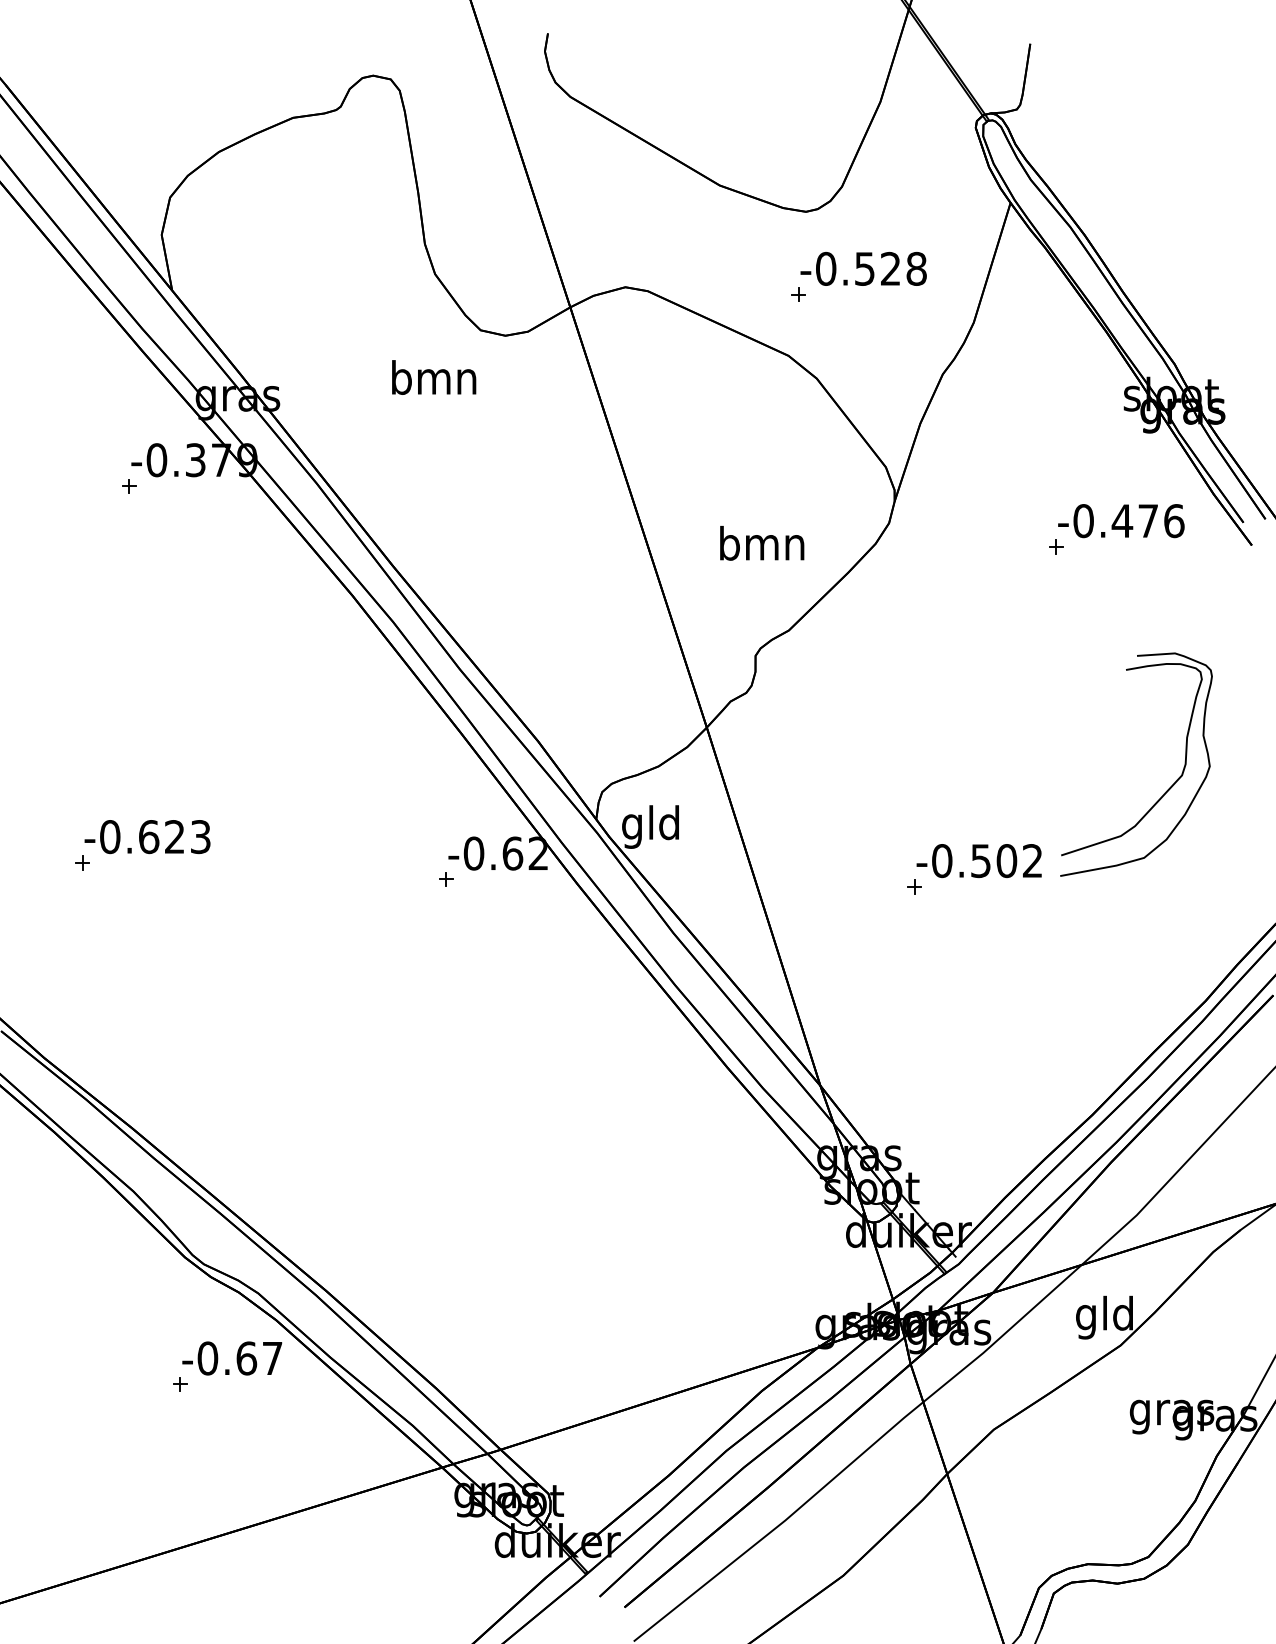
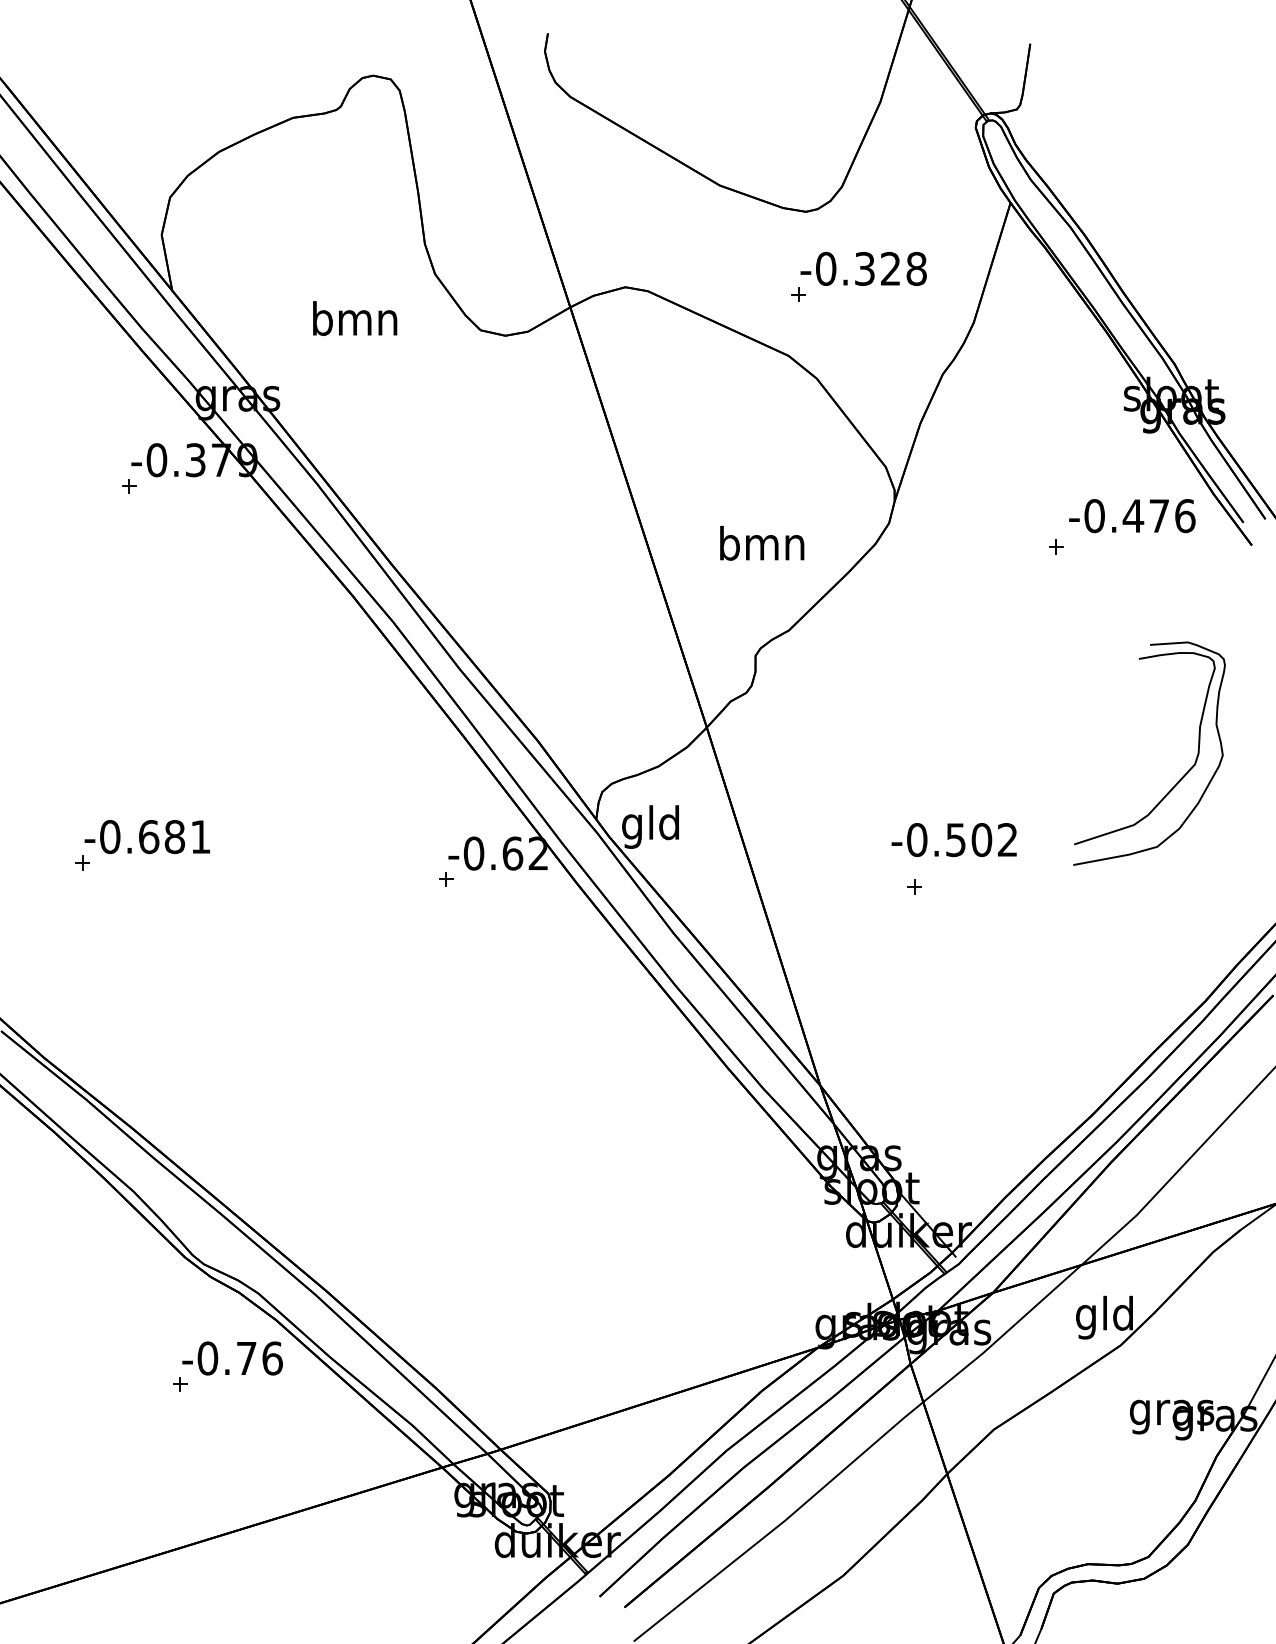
text at (864, 268): -0.528 -> -0.328
text at (434, 377) position: (434, 377) -> (355, 318)
text at (1121, 521) position: (1121, 521) -> (1132, 516)
part at (1164, 792) position: (1164, 792) -> (1177, 781)
text at (187, 837): -0.623 -> -0.681
text at (978, 861) position: (978, 861) -> (953, 840)
text at (259, 1358): -0.67 -> -0.76
